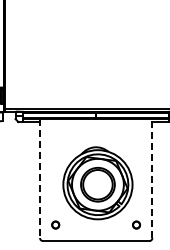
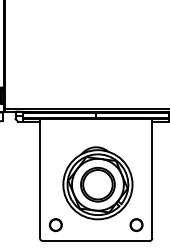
line at (40, 178): dashed -> solid
line at (152, 178): dashed -> solid
circle at (55, 224) size: 10x10 px -> 15x14 px
circle at (136, 224) size: 9x10 px -> 15x14 px
